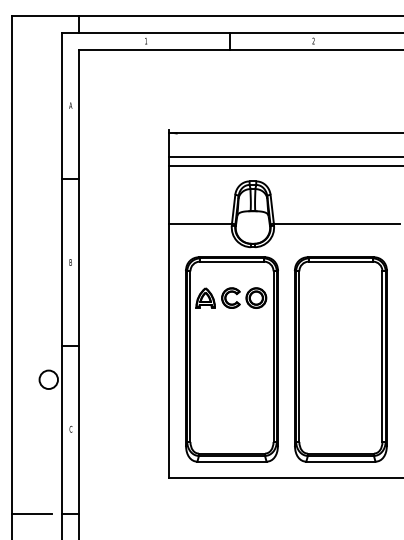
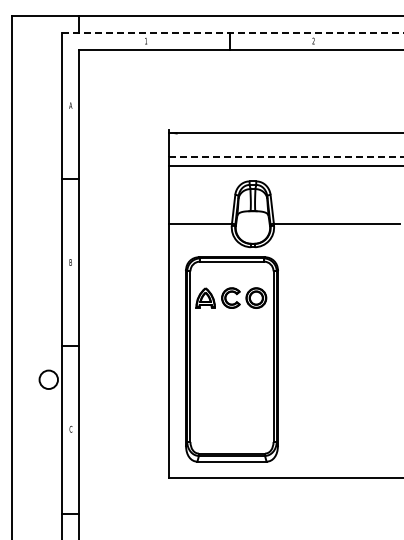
line at (233, 32): solid -> dashed
line at (287, 156): solid -> dashed
part at (340, 359): present -> none
line at (31, 513): present -> none
